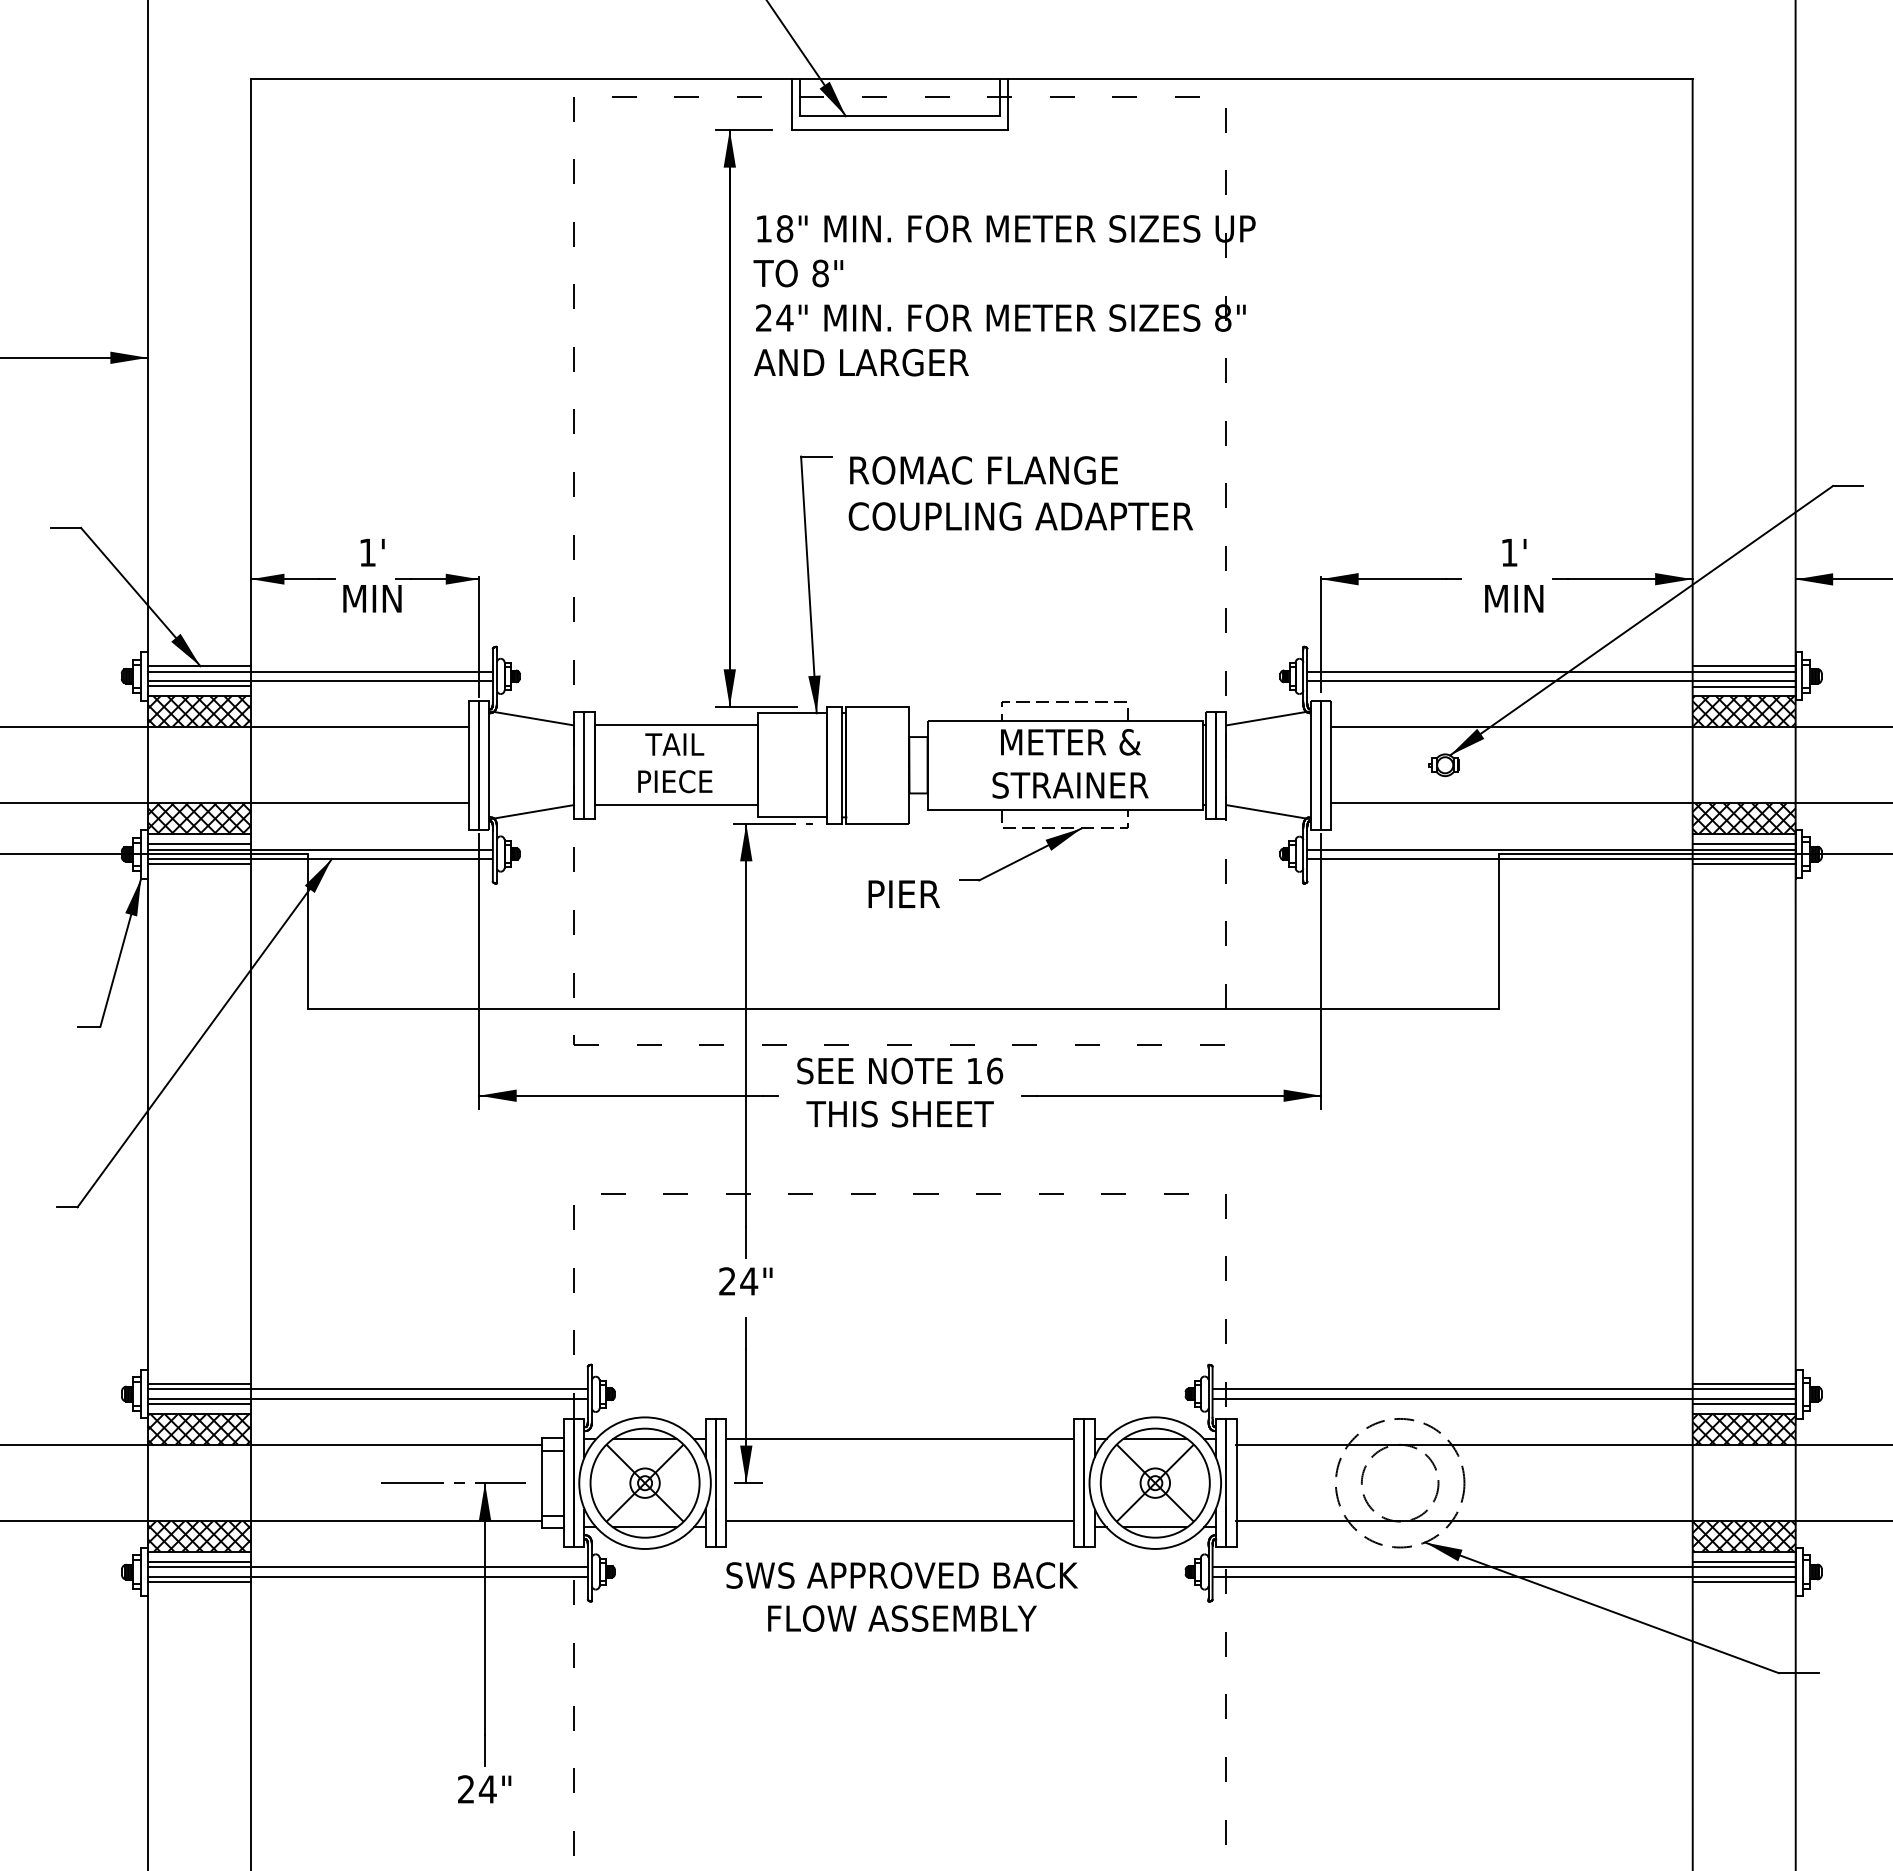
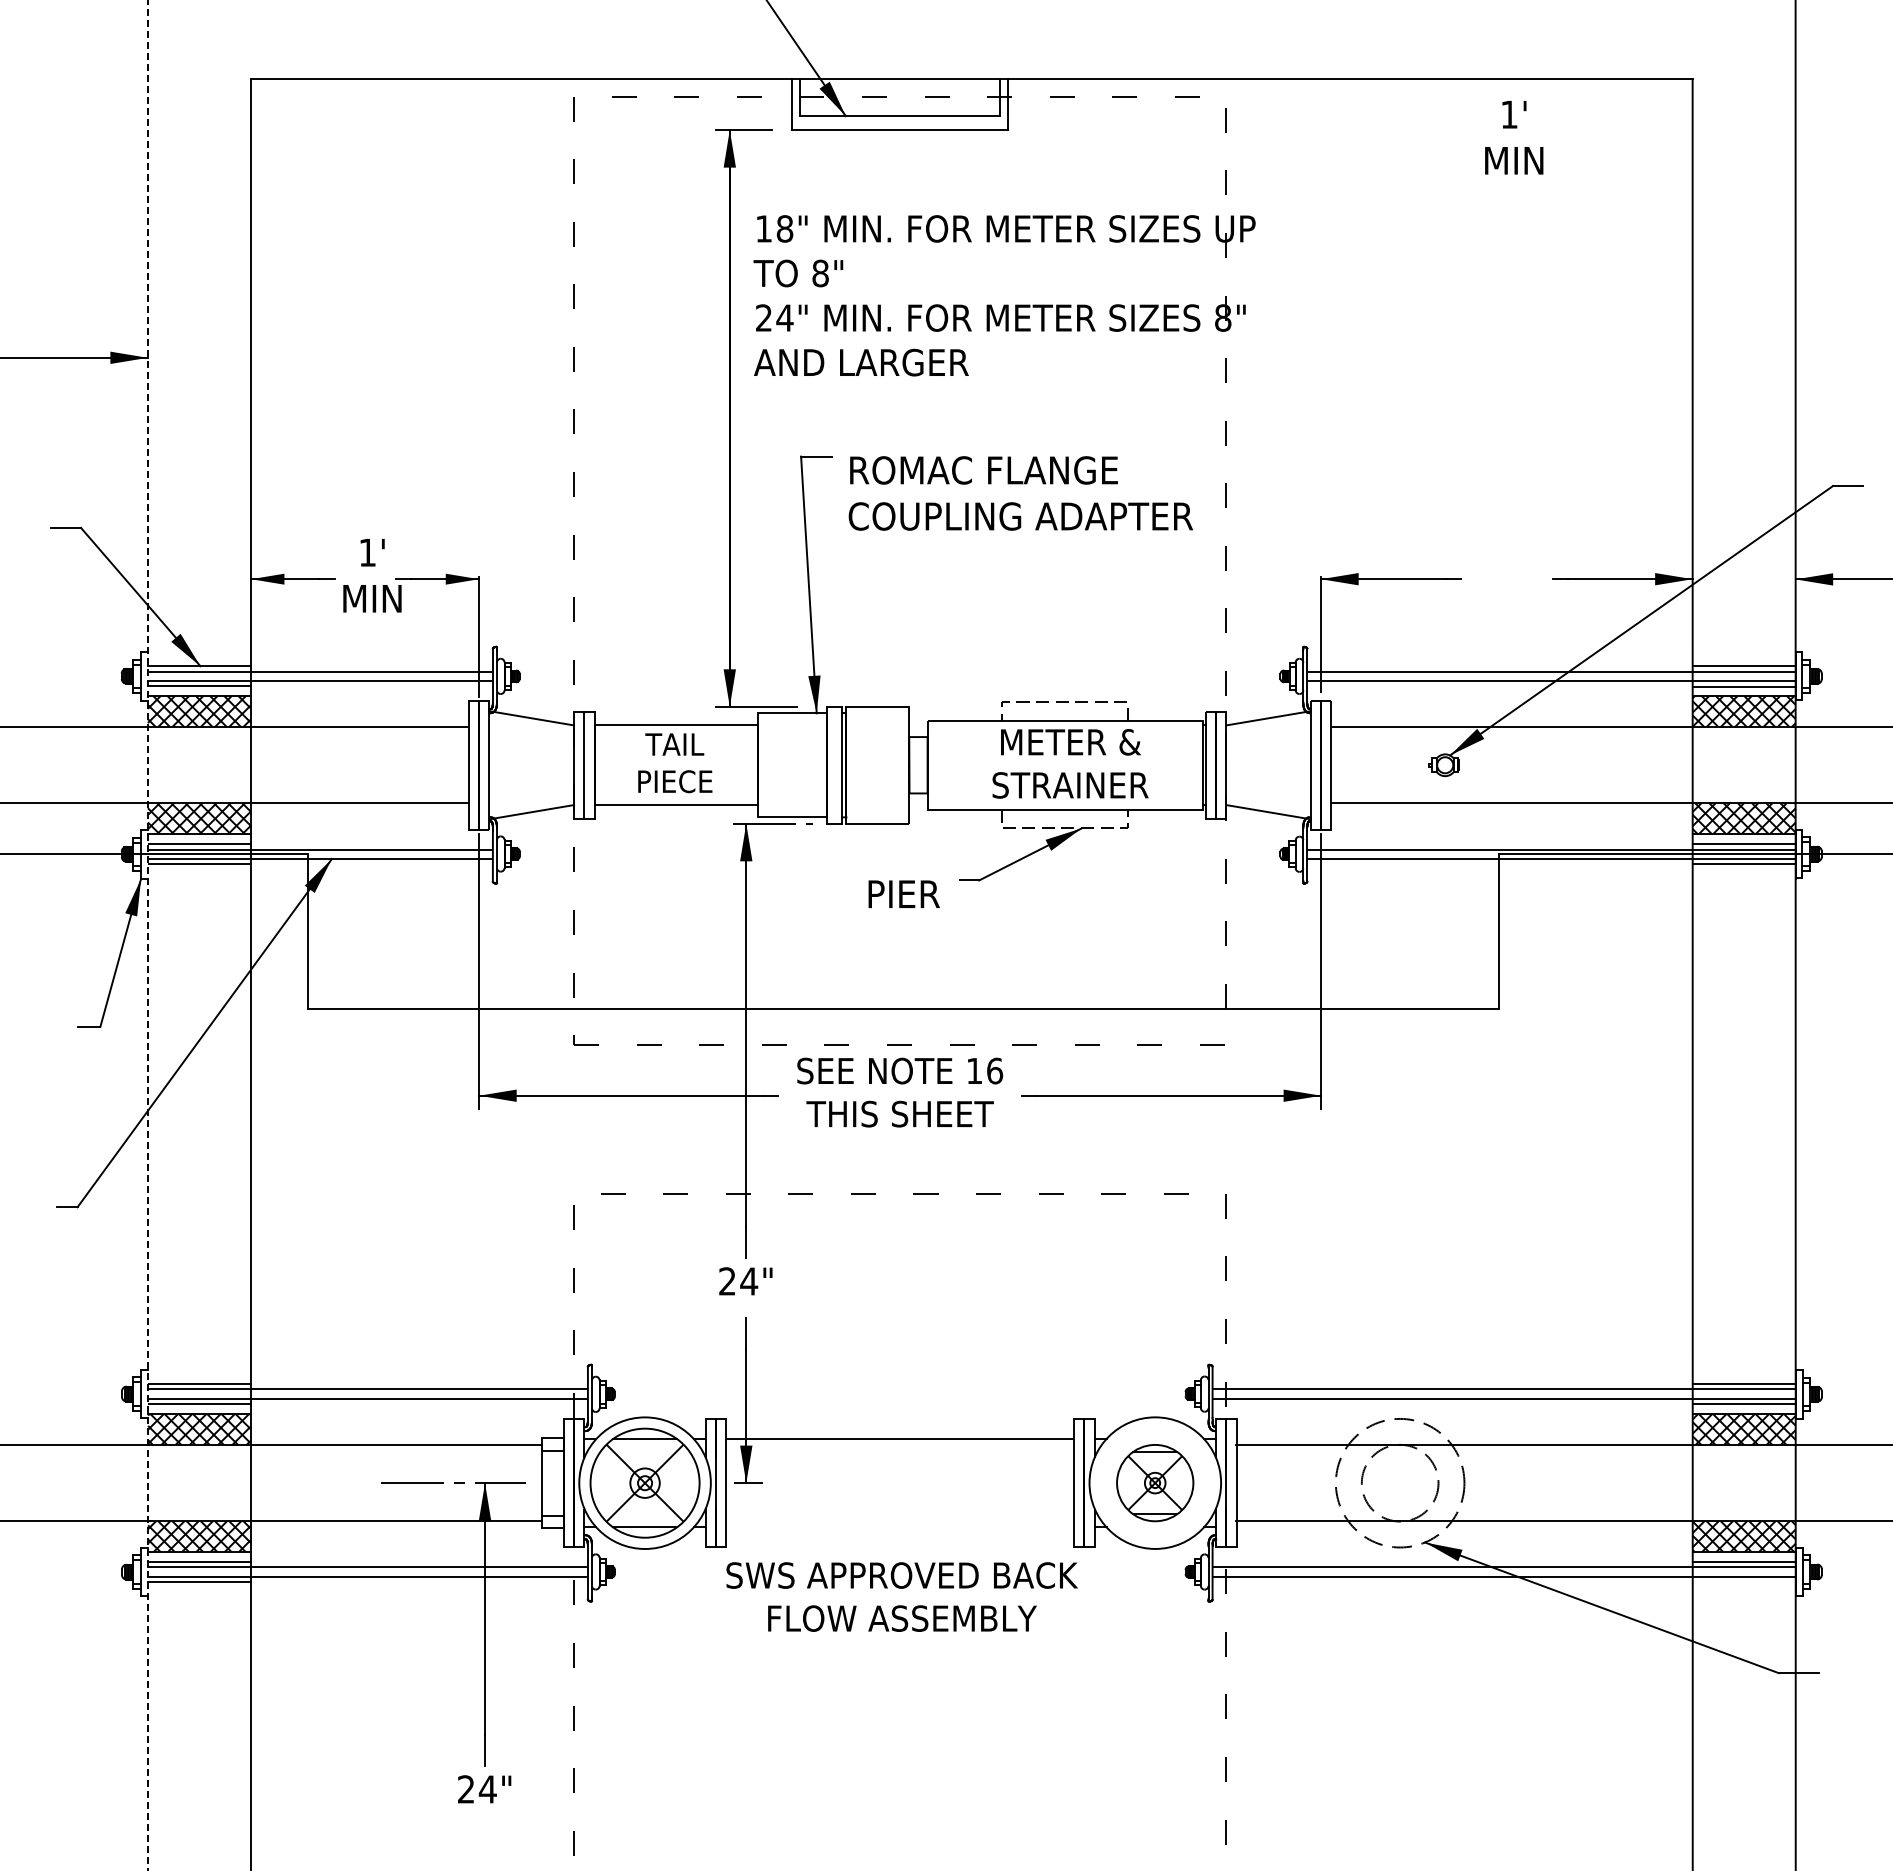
text at (1514, 575) position: (1514, 575) -> (1514, 137)
line at (147, 936): solid -> dashed
part at (1154, 1482) size: 112x112 px -> 79x79 px
line at (900, 1521): present -> none
line at (1743, 1582): present -> none
